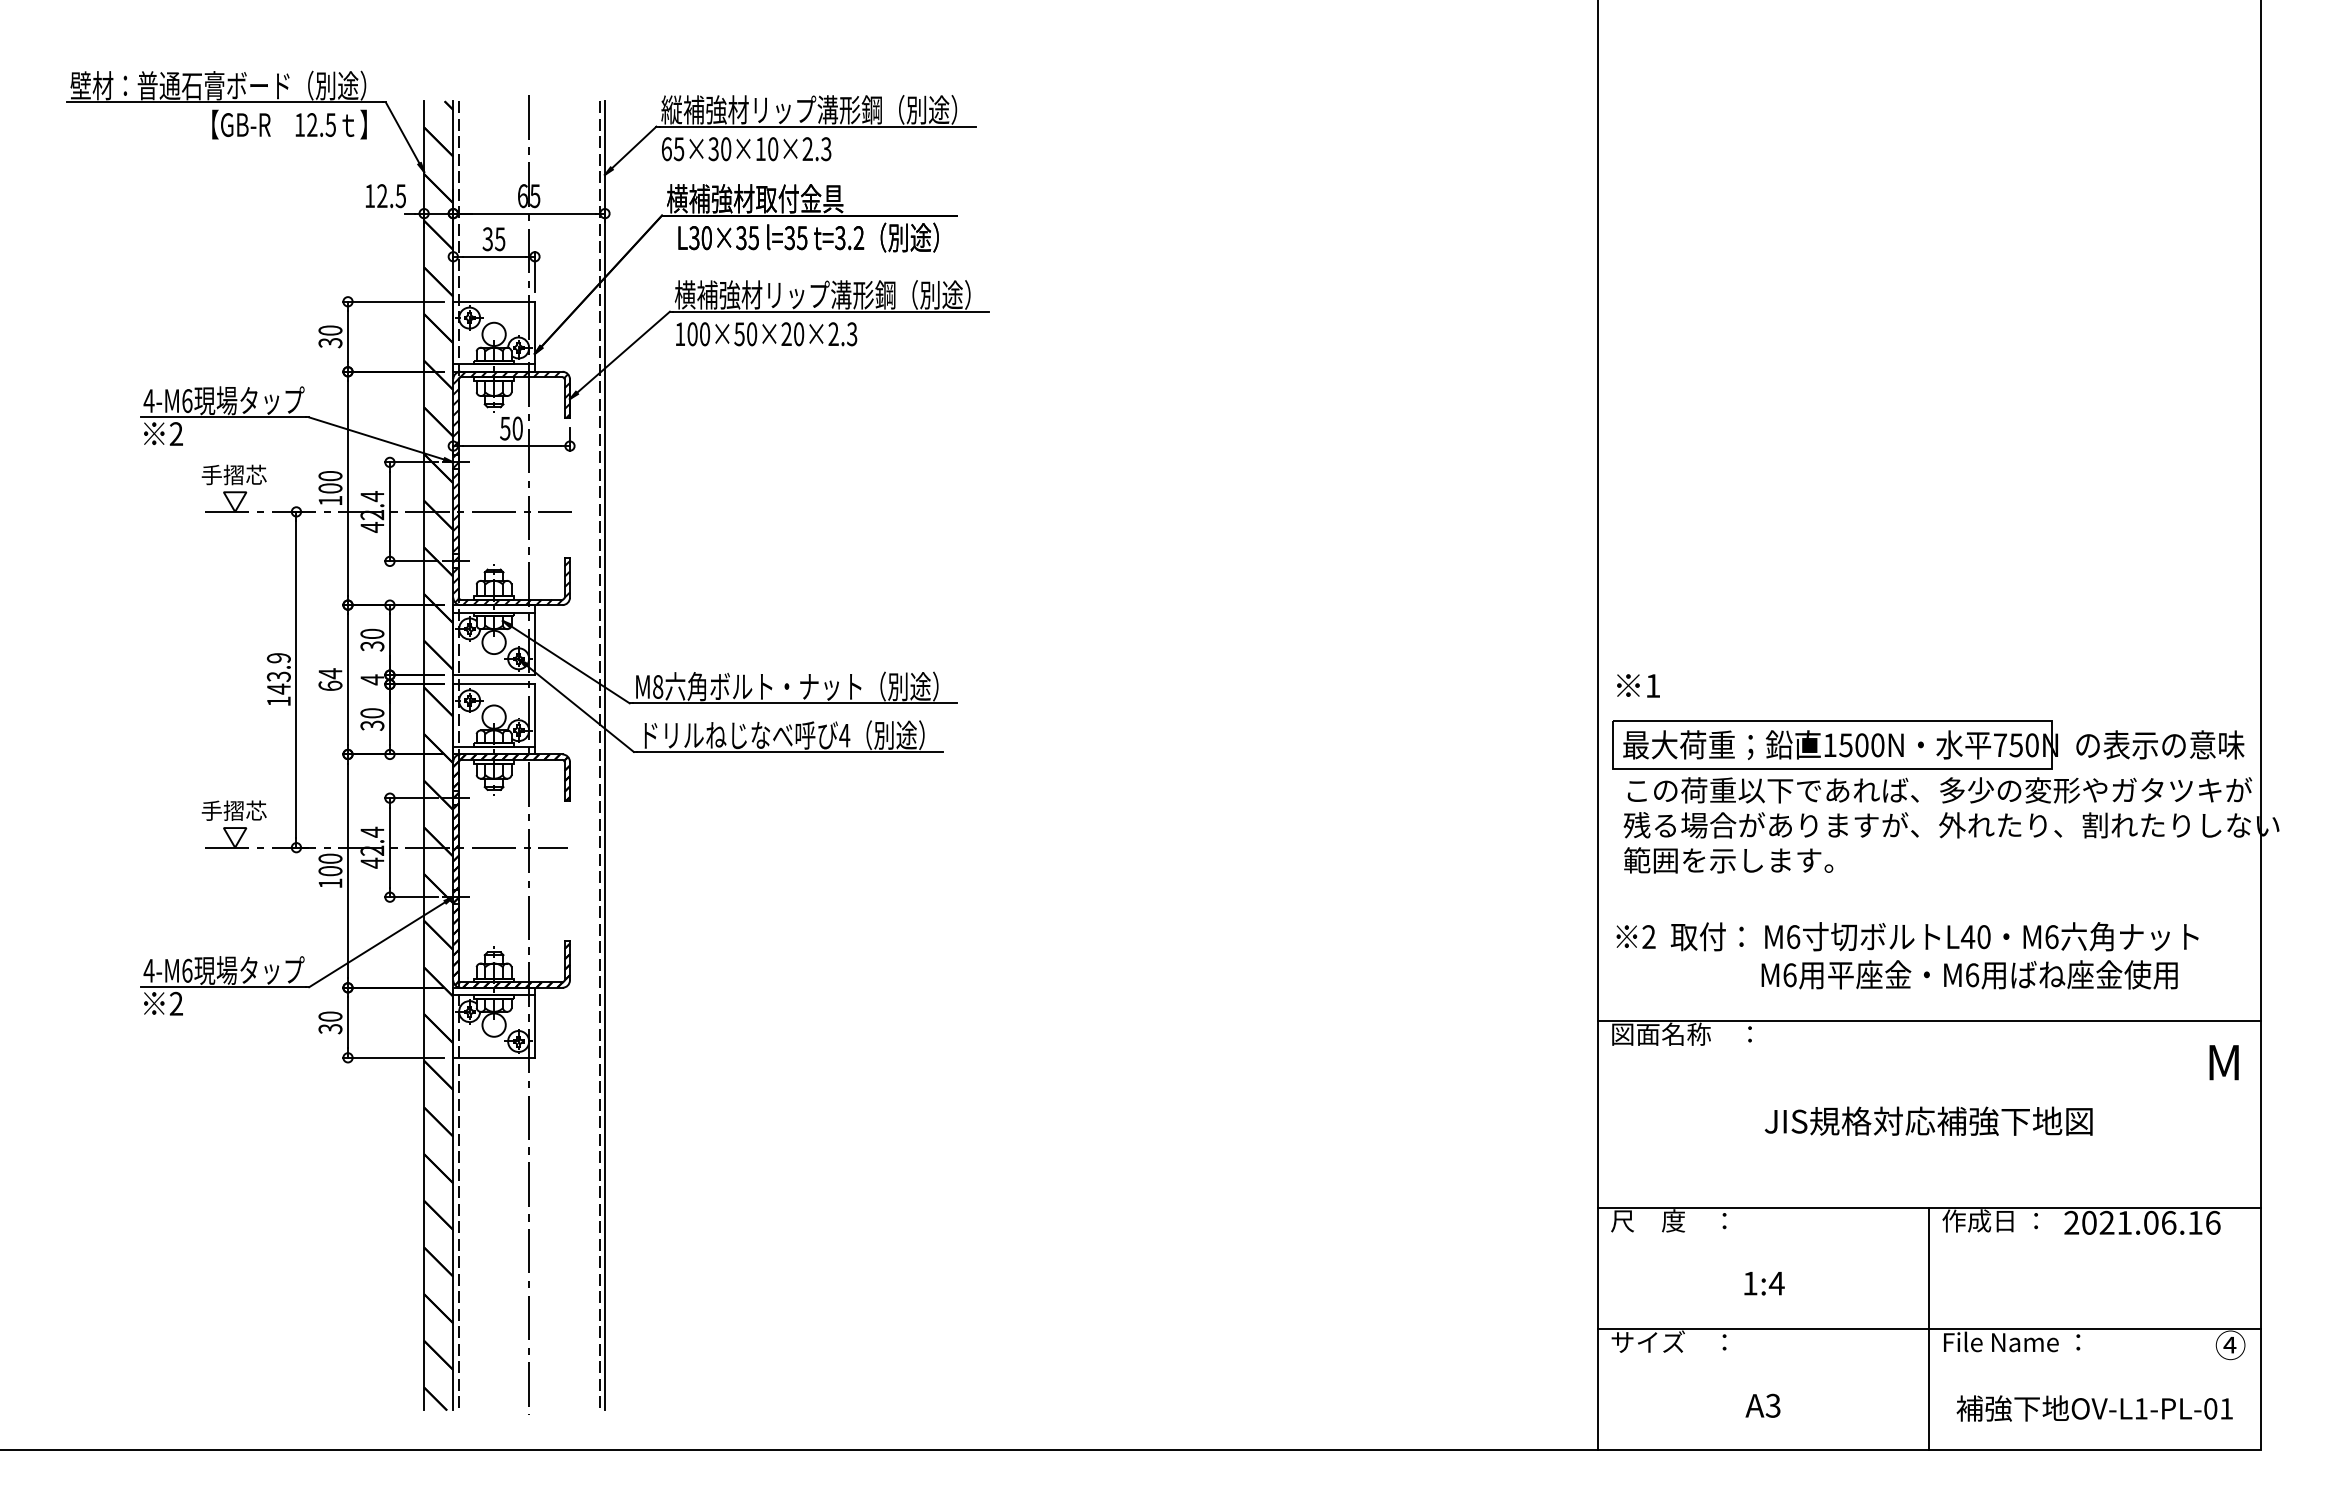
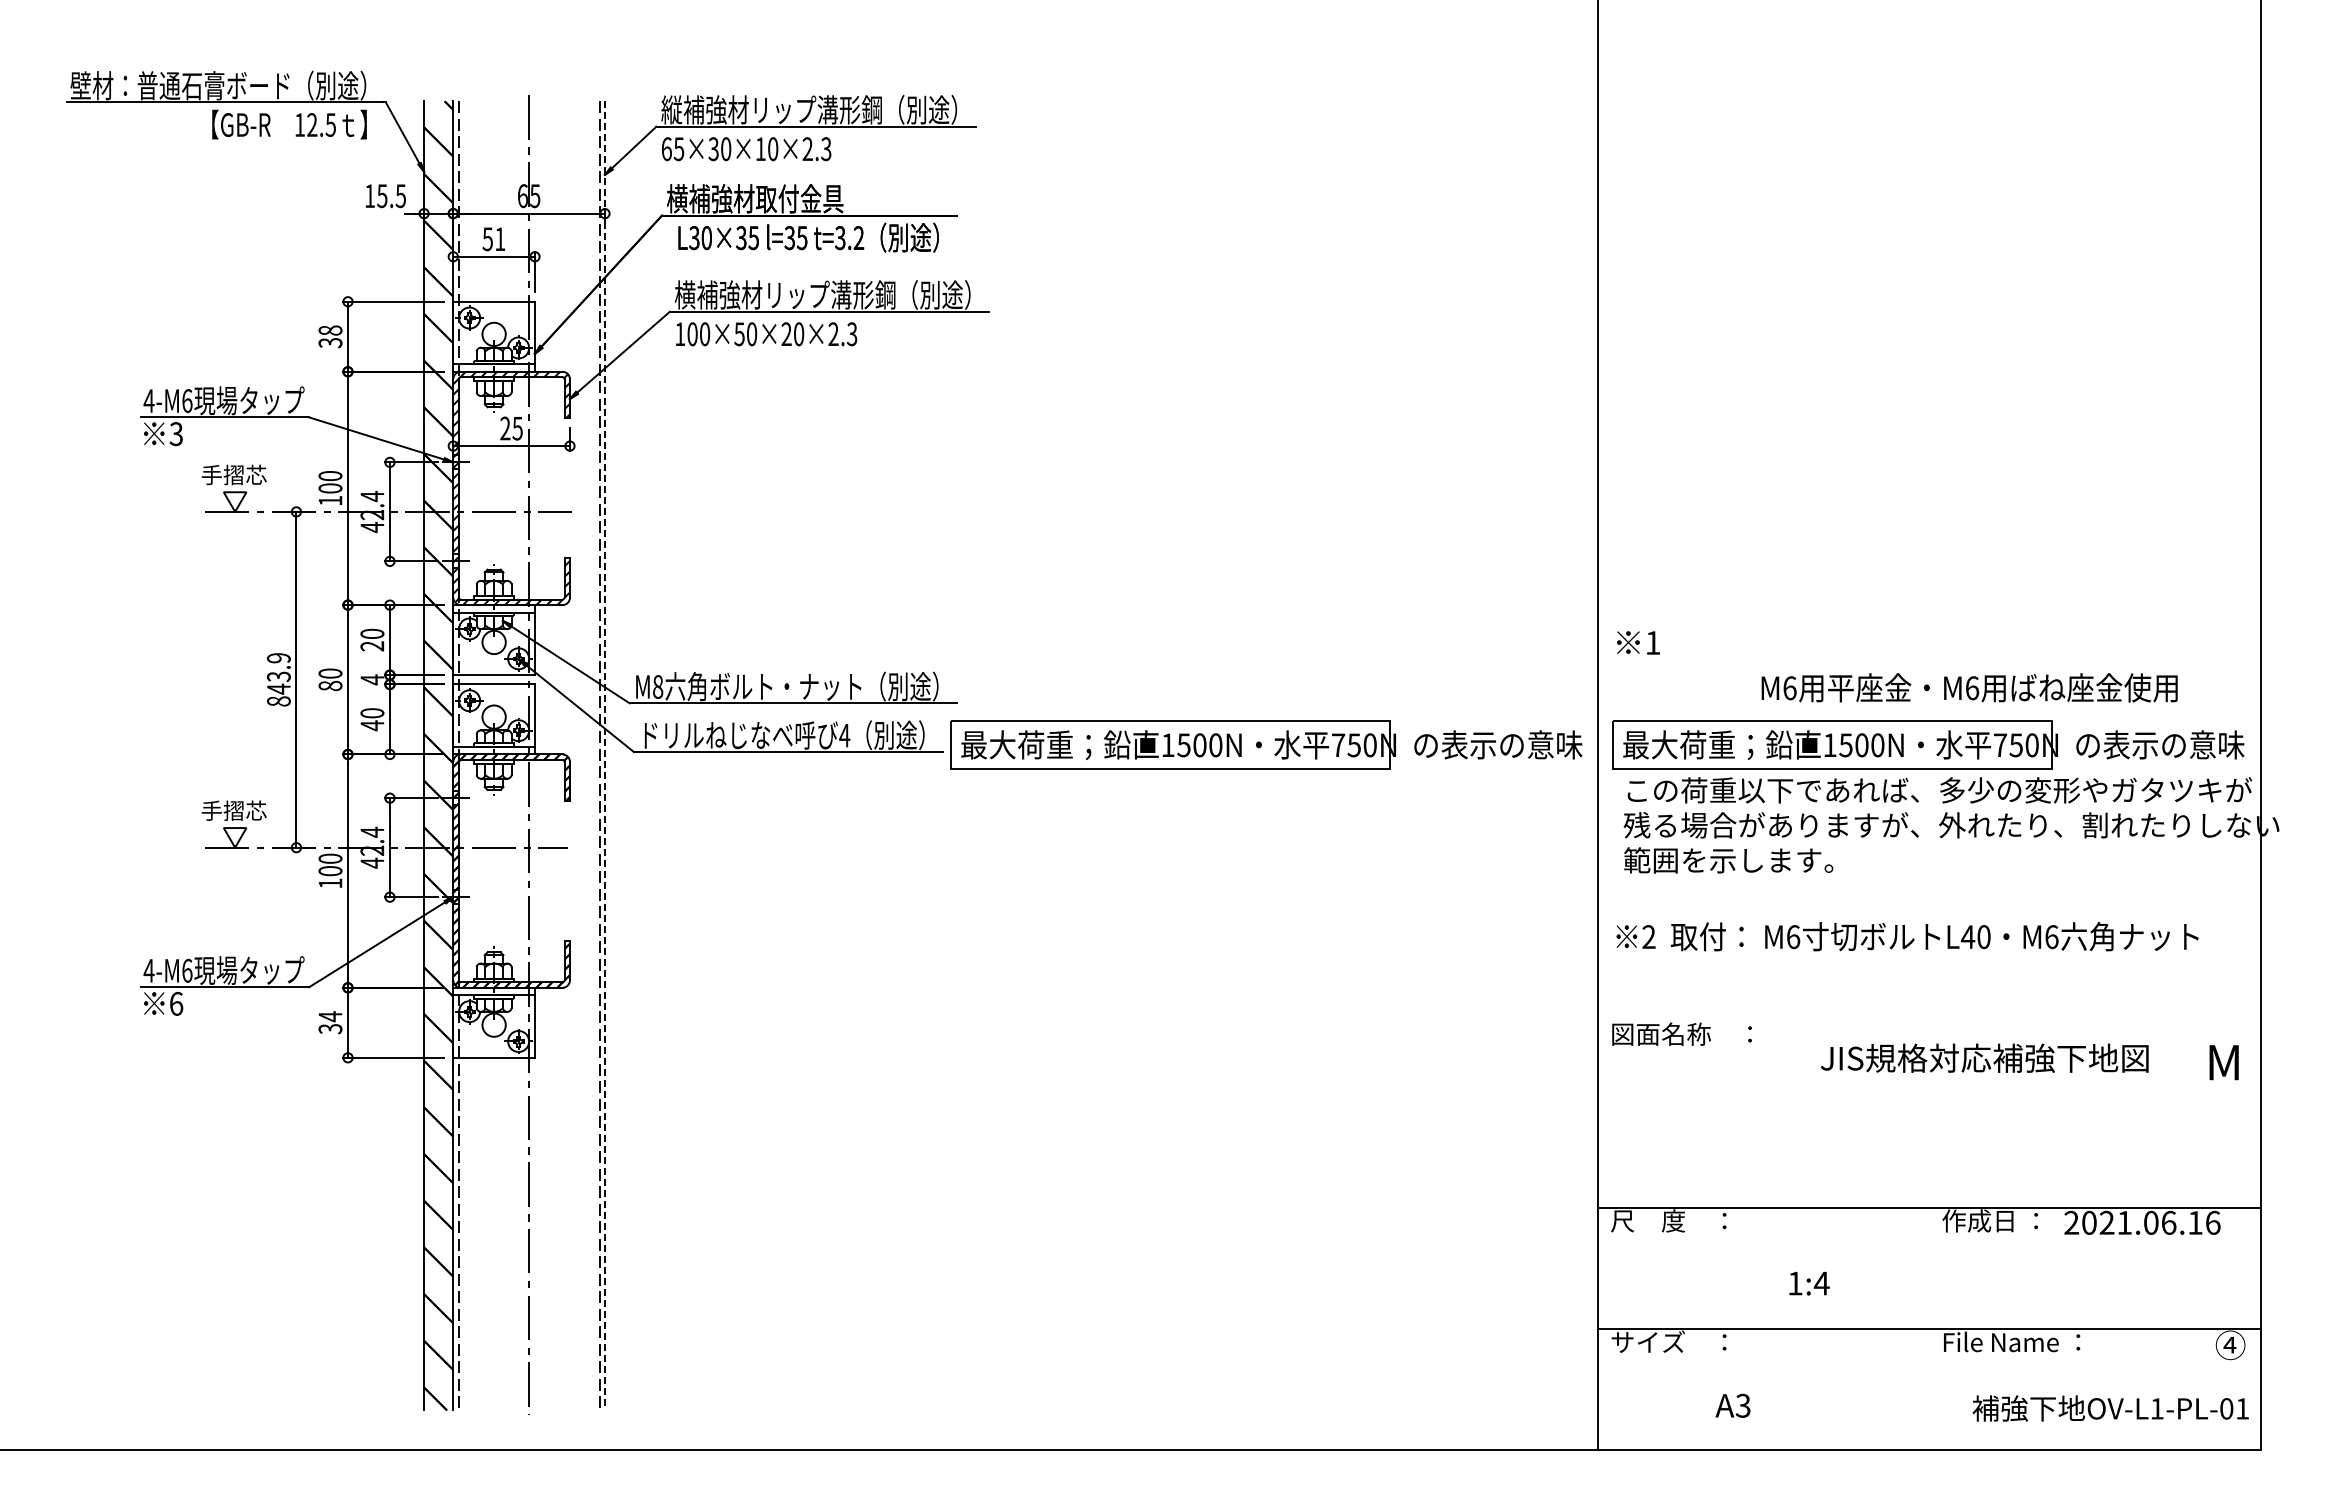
text at (382, 196): 12.5 -> 15.5
text at (494, 239): 35 -> 51
text at (330, 330): 30 -> 38
text at (511, 428): 50 -> 25
text at (175, 434): 2 -> 3
text at (372, 646): 30 -> 20
text at (330, 679): 64 -> 80
text at (1638, 685) position: (1638, 685) -> (1638, 642)
text at (278, 701): 143.9 -> 843.9
text at (372, 725): 30 -> 40
part at (1266, 744): none -> present
line at (604, 755): solid -> dashed
text at (1969, 974) position: (1969, 974) -> (1969, 687)
text at (176, 1003): 2 -> 6
text at (330, 1016): 30 -> 34
line at (1929, 1020): present -> none
text at (1928, 1120) position: (1928, 1120) -> (1984, 1057)
text at (1764, 1283) position: (1764, 1283) -> (1809, 1283)
line at (1929, 1328): present -> none
text at (1762, 1405) position: (1762, 1405) -> (1732, 1405)
text at (2094, 1408) position: (2094, 1408) -> (2110, 1408)
